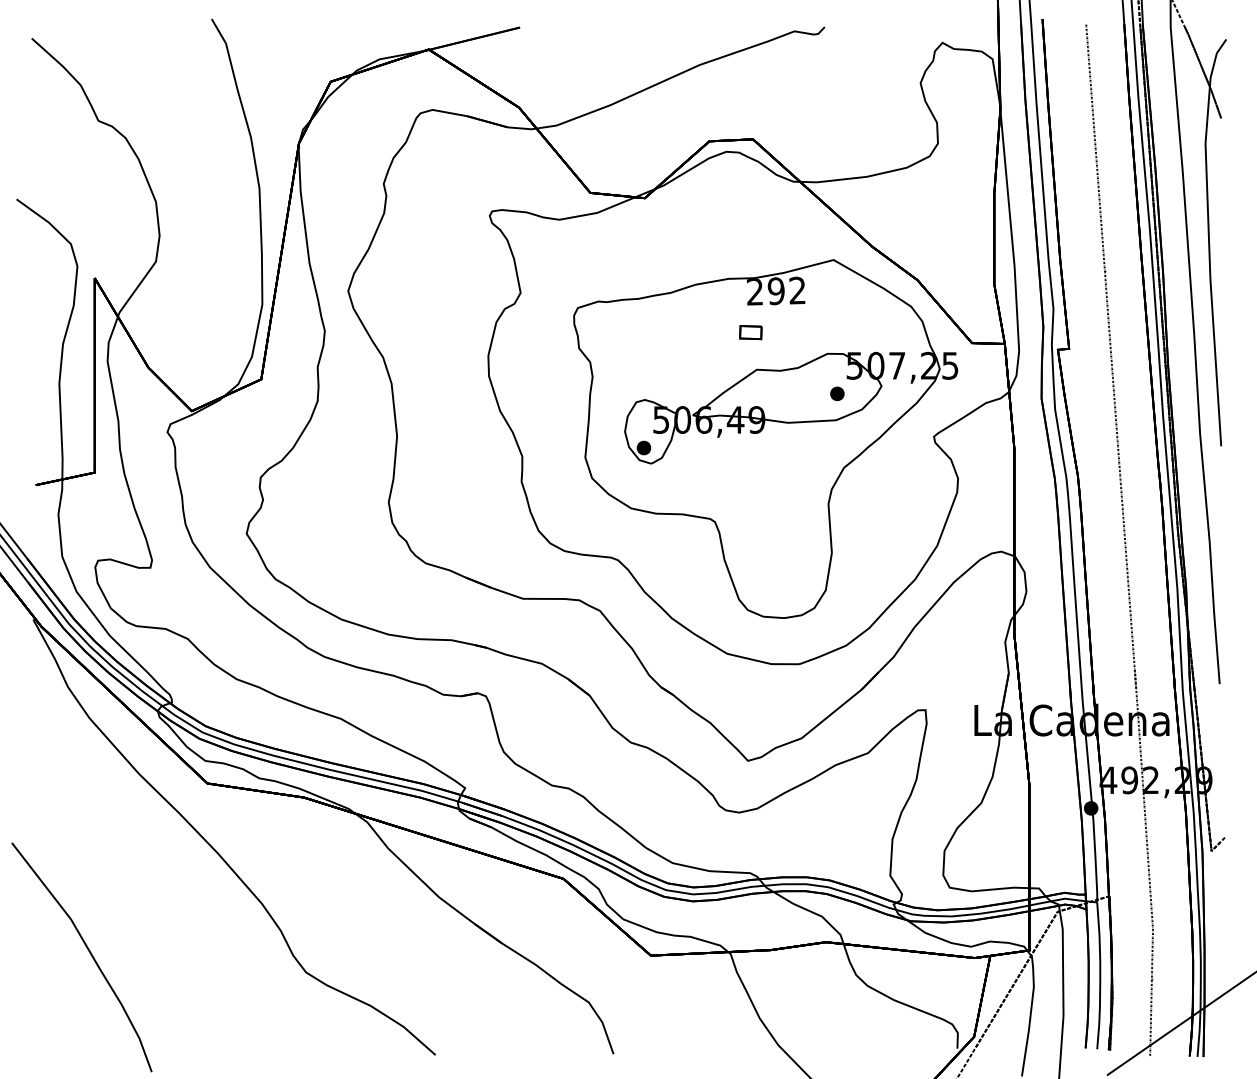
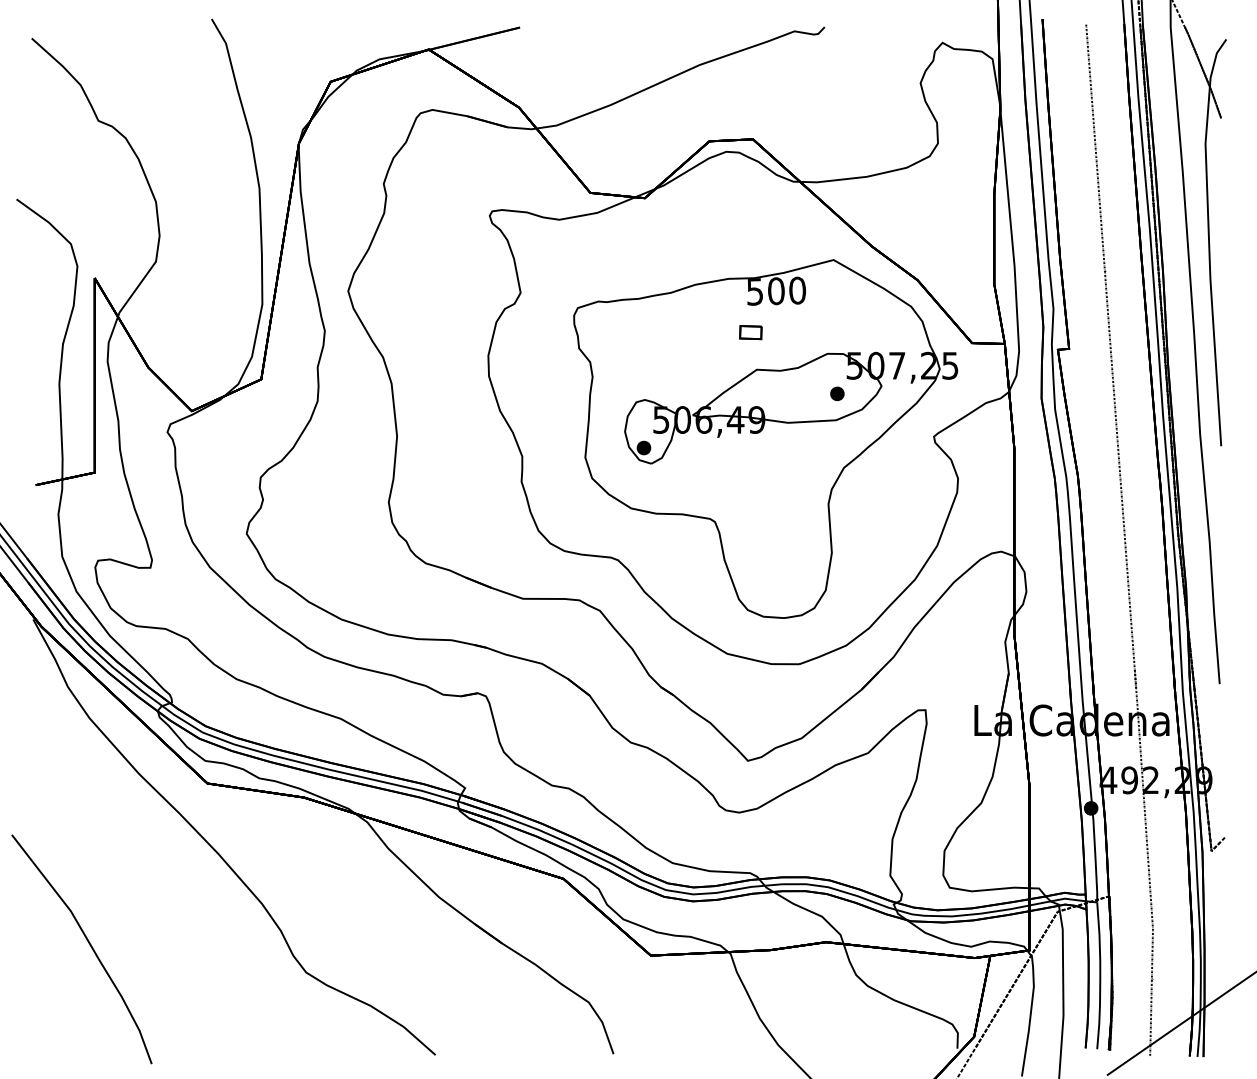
text at (775, 290): 292 -> 500
part at (89, 953) position: (89, 953) -> (89, 945)
